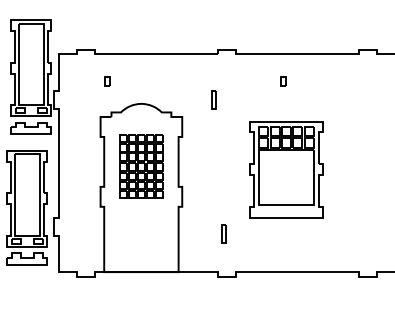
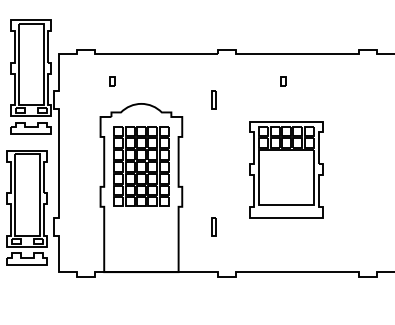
part at (107, 81) position: (107, 81) -> (112, 81)
part at (141, 166) size: 45x65 px -> 57x81 px
part at (223, 233) position: (223, 233) -> (213, 226)
